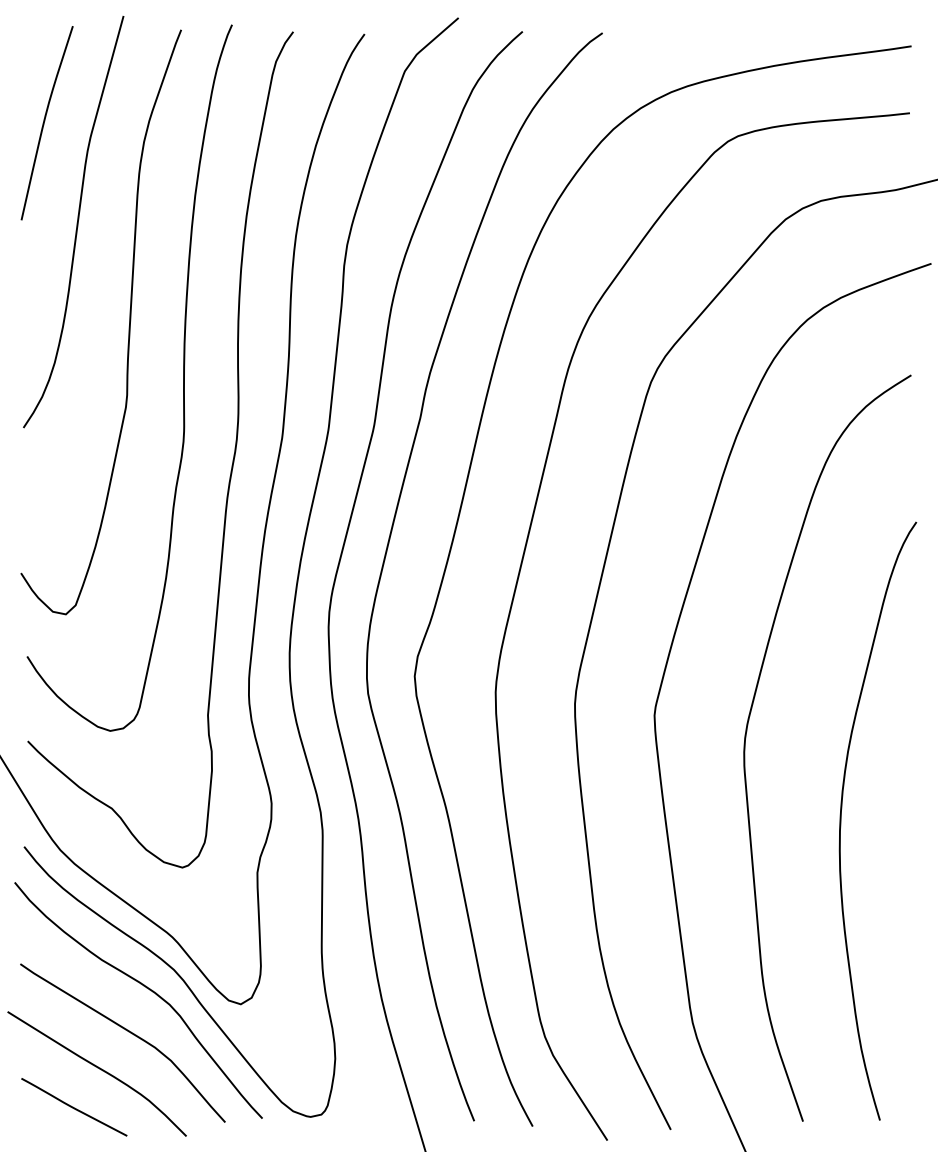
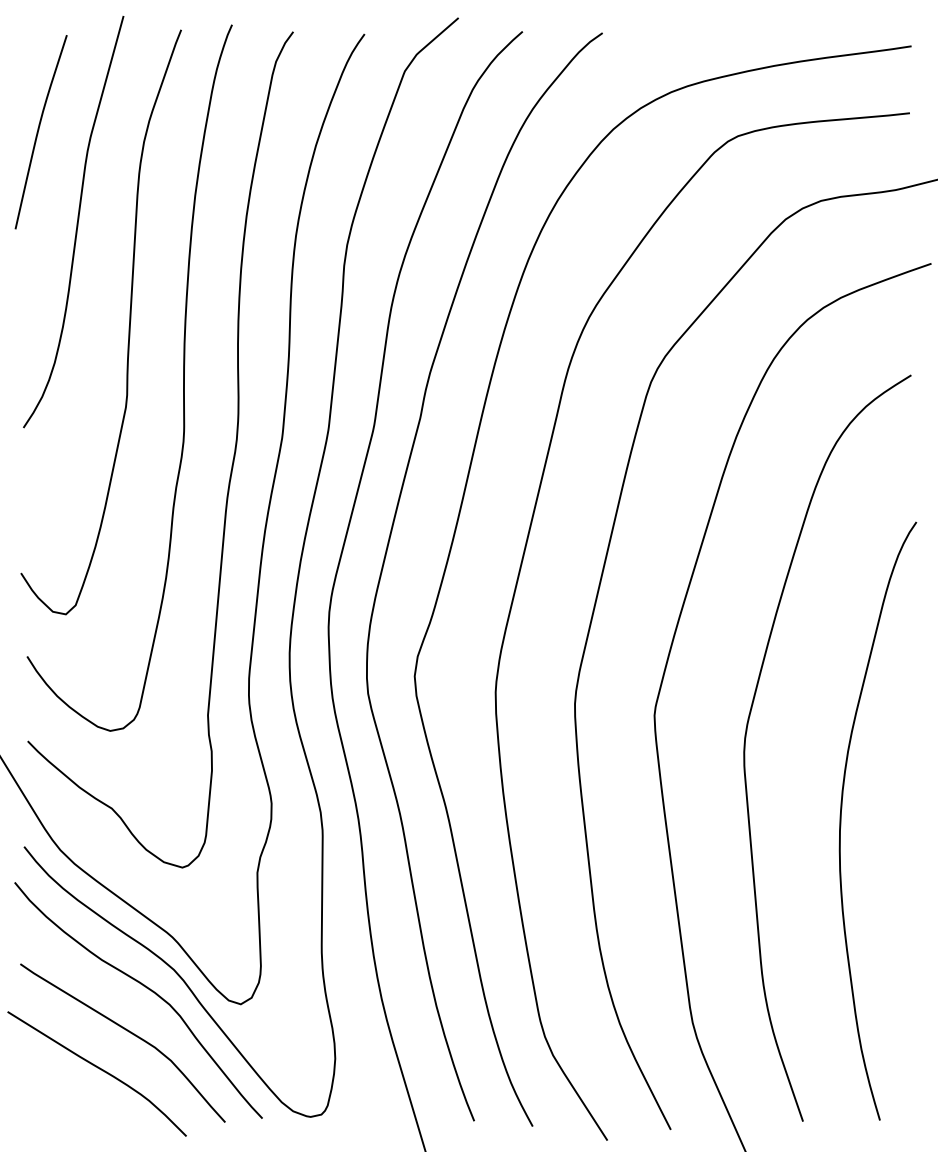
curve at (44, 123) position: (44, 123) -> (38, 132)
curve at (74, 1107): present -> none
